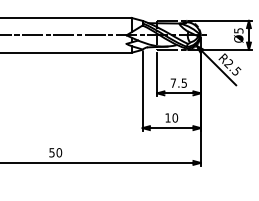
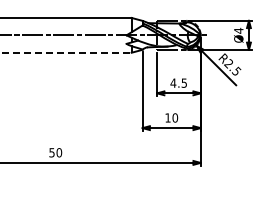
text at (238, 30): Ø5 -> Ø4
line at (65, 52): solid -> dashed
text at (173, 82): 7.5 -> 4.5
